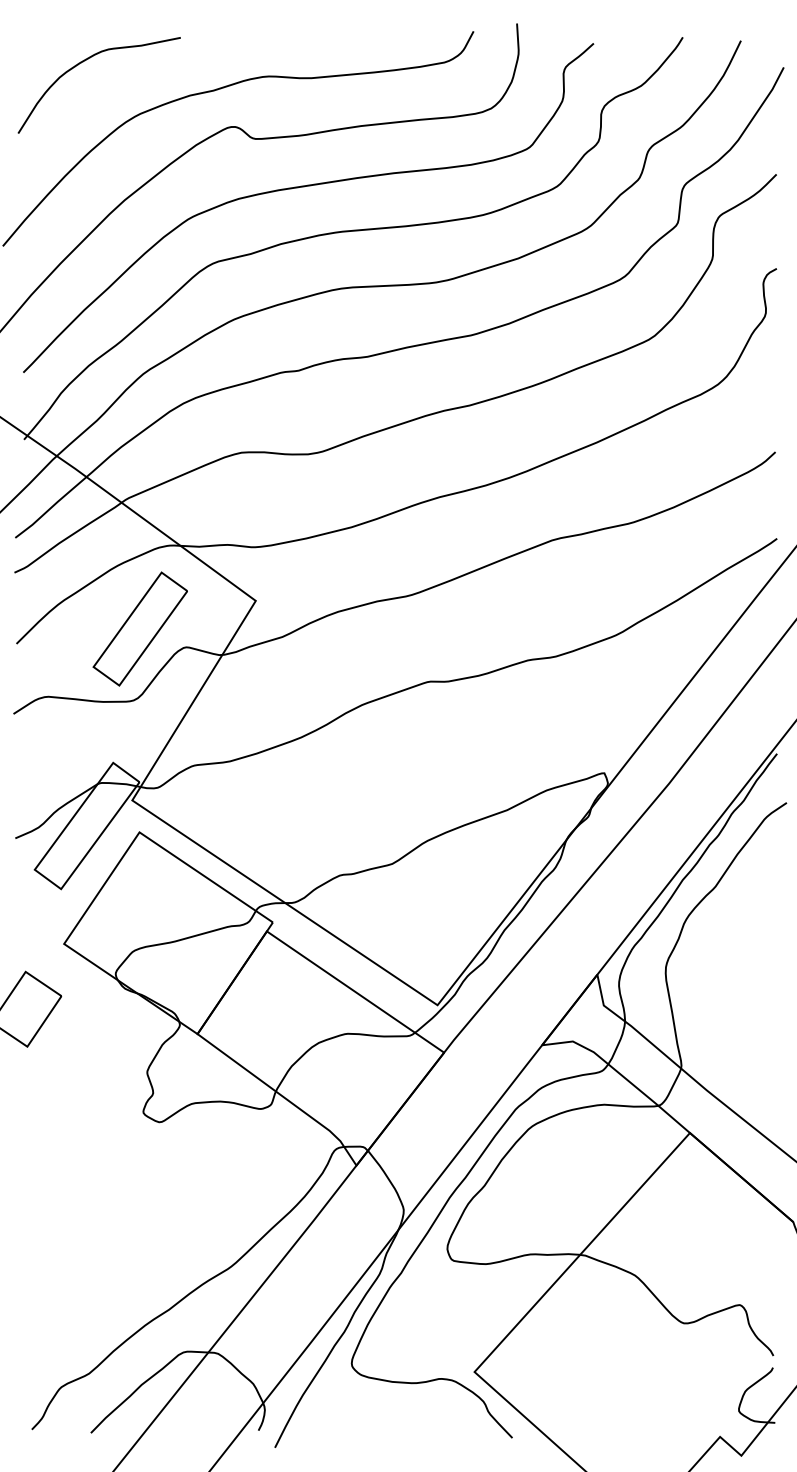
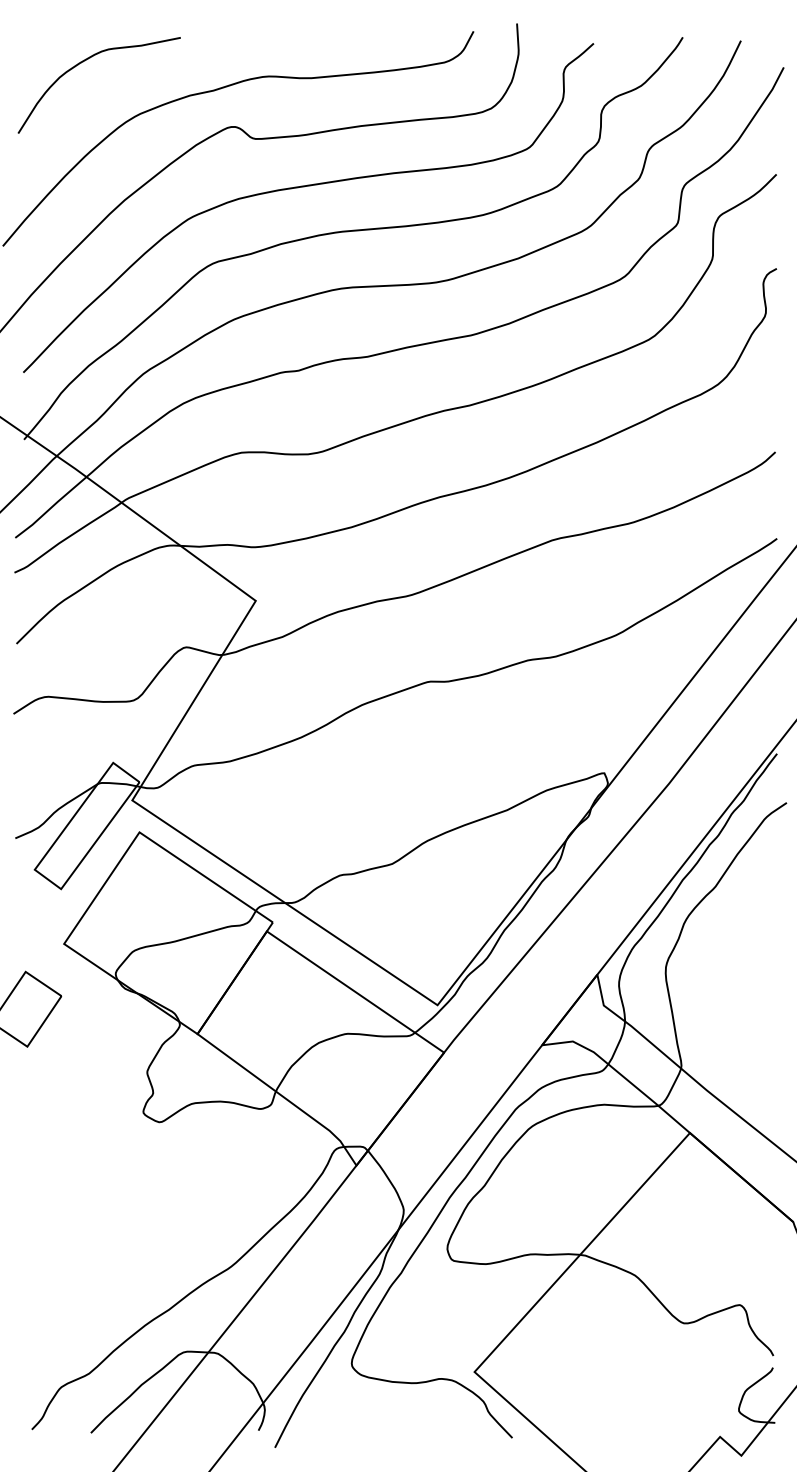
part at (139, 628): present -> none
